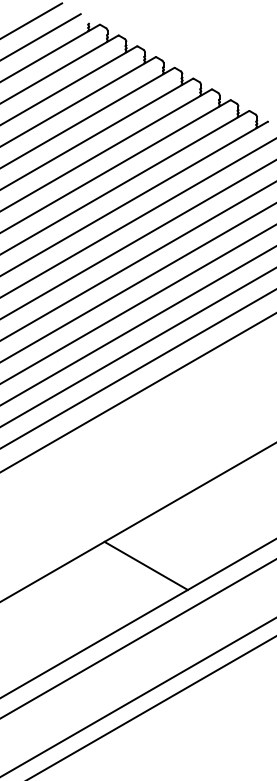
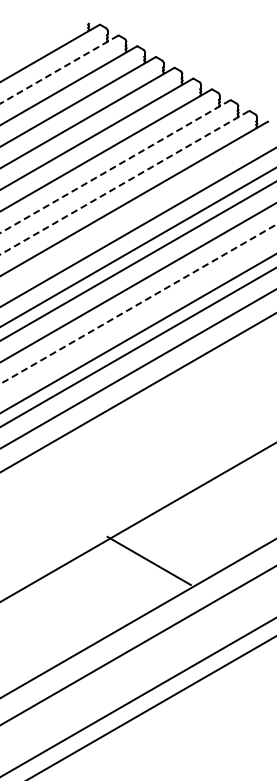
line at (32, 20): present -> none
line at (41, 36): present -> none
line at (59, 69): solid -> dashed
line at (115, 166): solid -> dashed
line at (124, 183): solid -> dashed
line at (137, 218) position: (137, 218) -> (137, 227)
line at (137, 239) position: (137, 239) -> (137, 247)
line at (138, 304): solid -> dashed
line at (137, 325) position: (137, 325) -> (137, 333)
line at (145, 565) position: (145, 565) -> (148, 560)
line at (137, 638) position: (137, 638) -> (137, 645)
